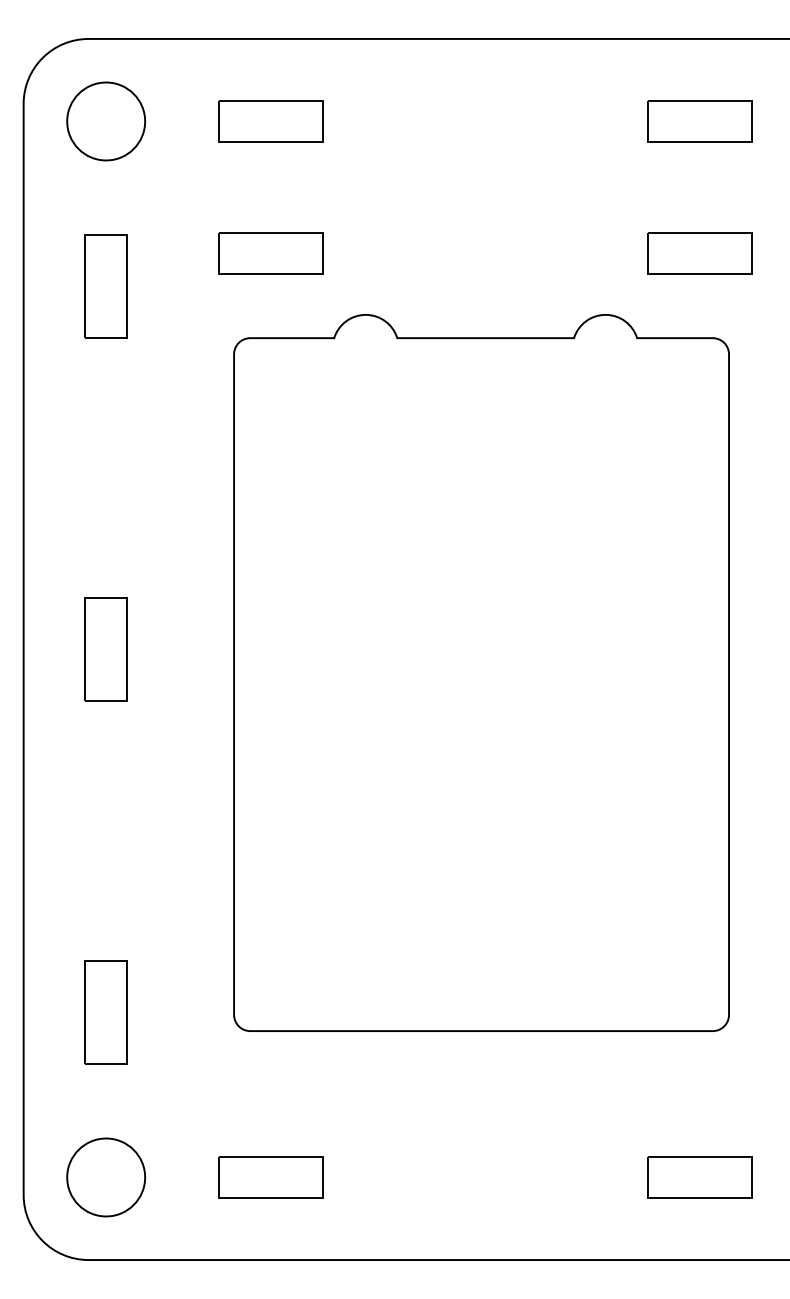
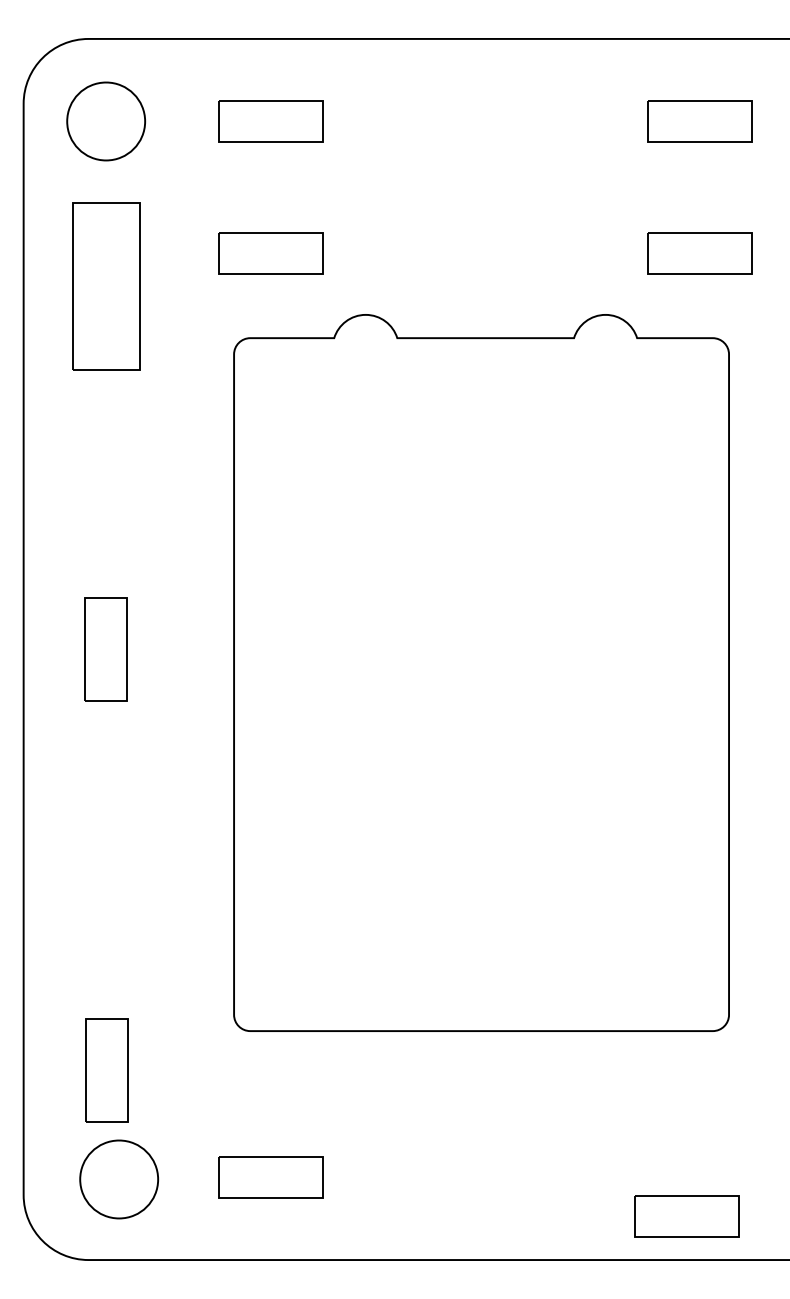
part at (105, 286) size: 44x105 px -> 69x169 px
part at (105, 1012) position: (105, 1012) -> (106, 1070)
part at (106, 1177) position: (106, 1177) -> (119, 1179)
part at (699, 1177) position: (699, 1177) -> (686, 1216)
